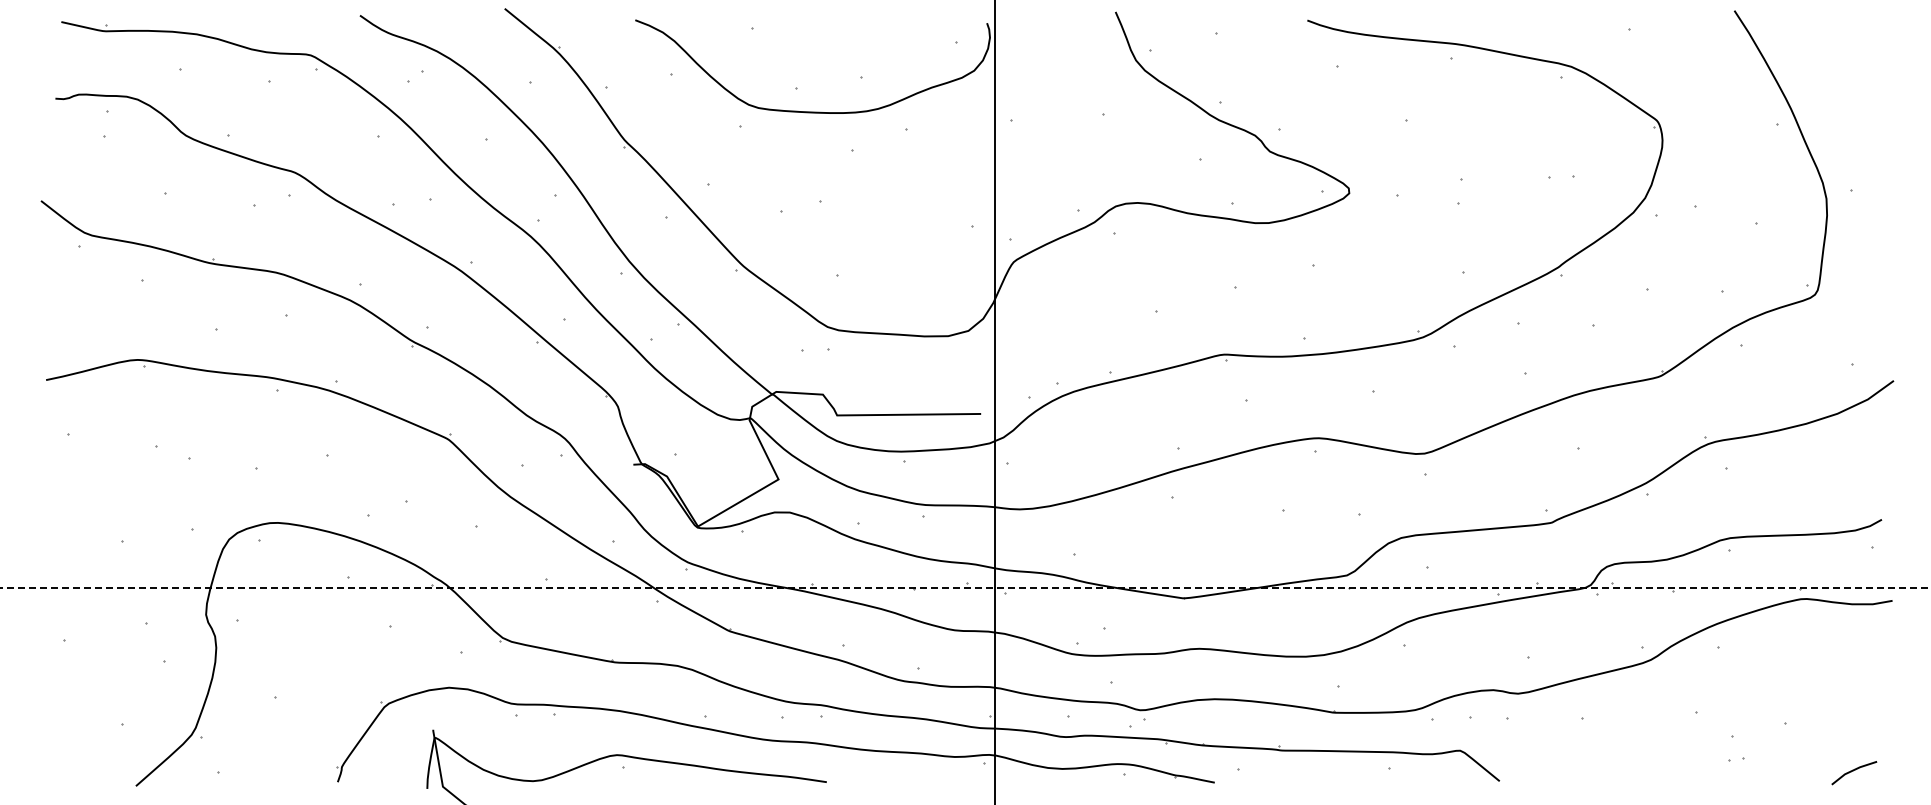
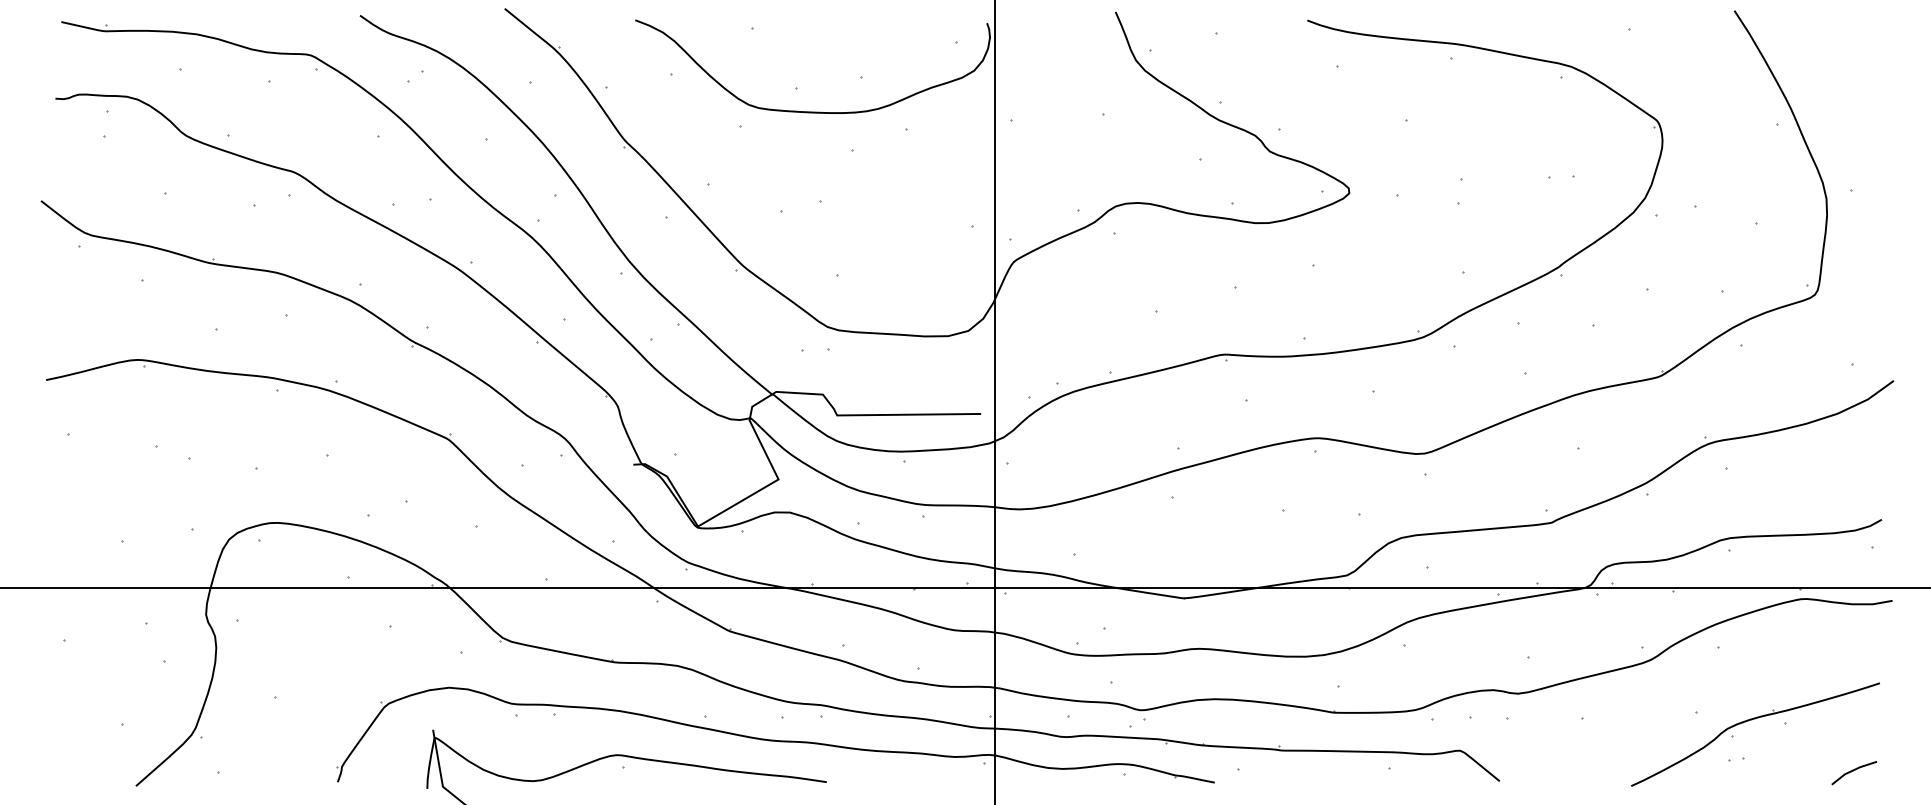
line at (965, 588): dashed -> solid
part at (1751, 720): none -> present
